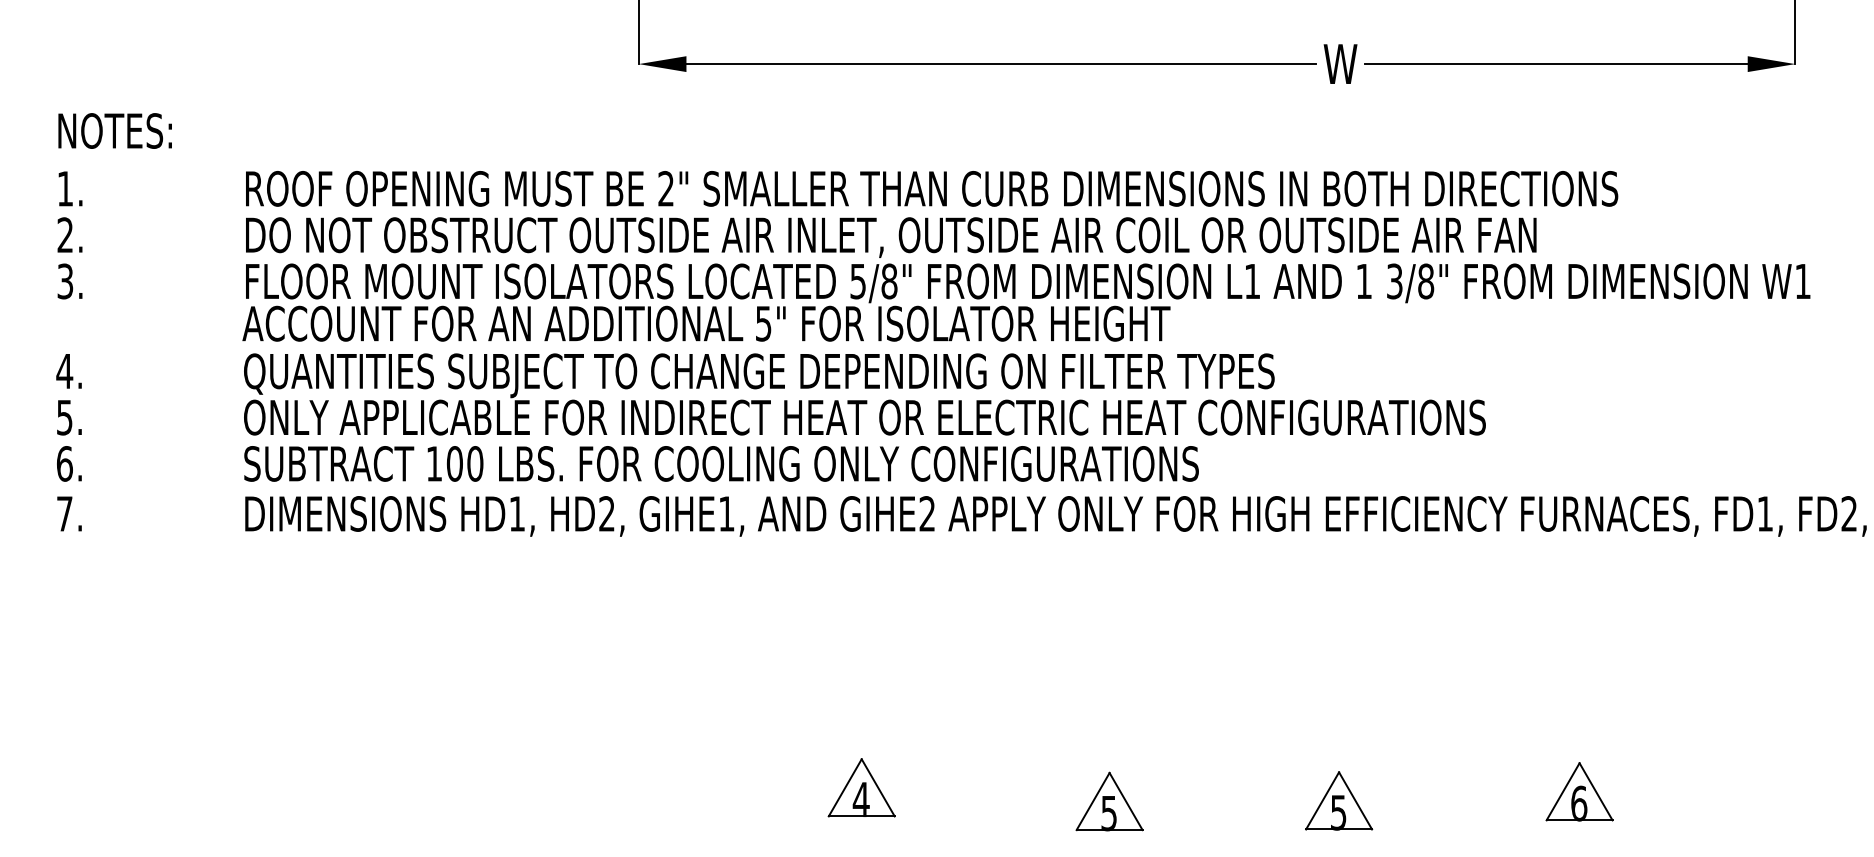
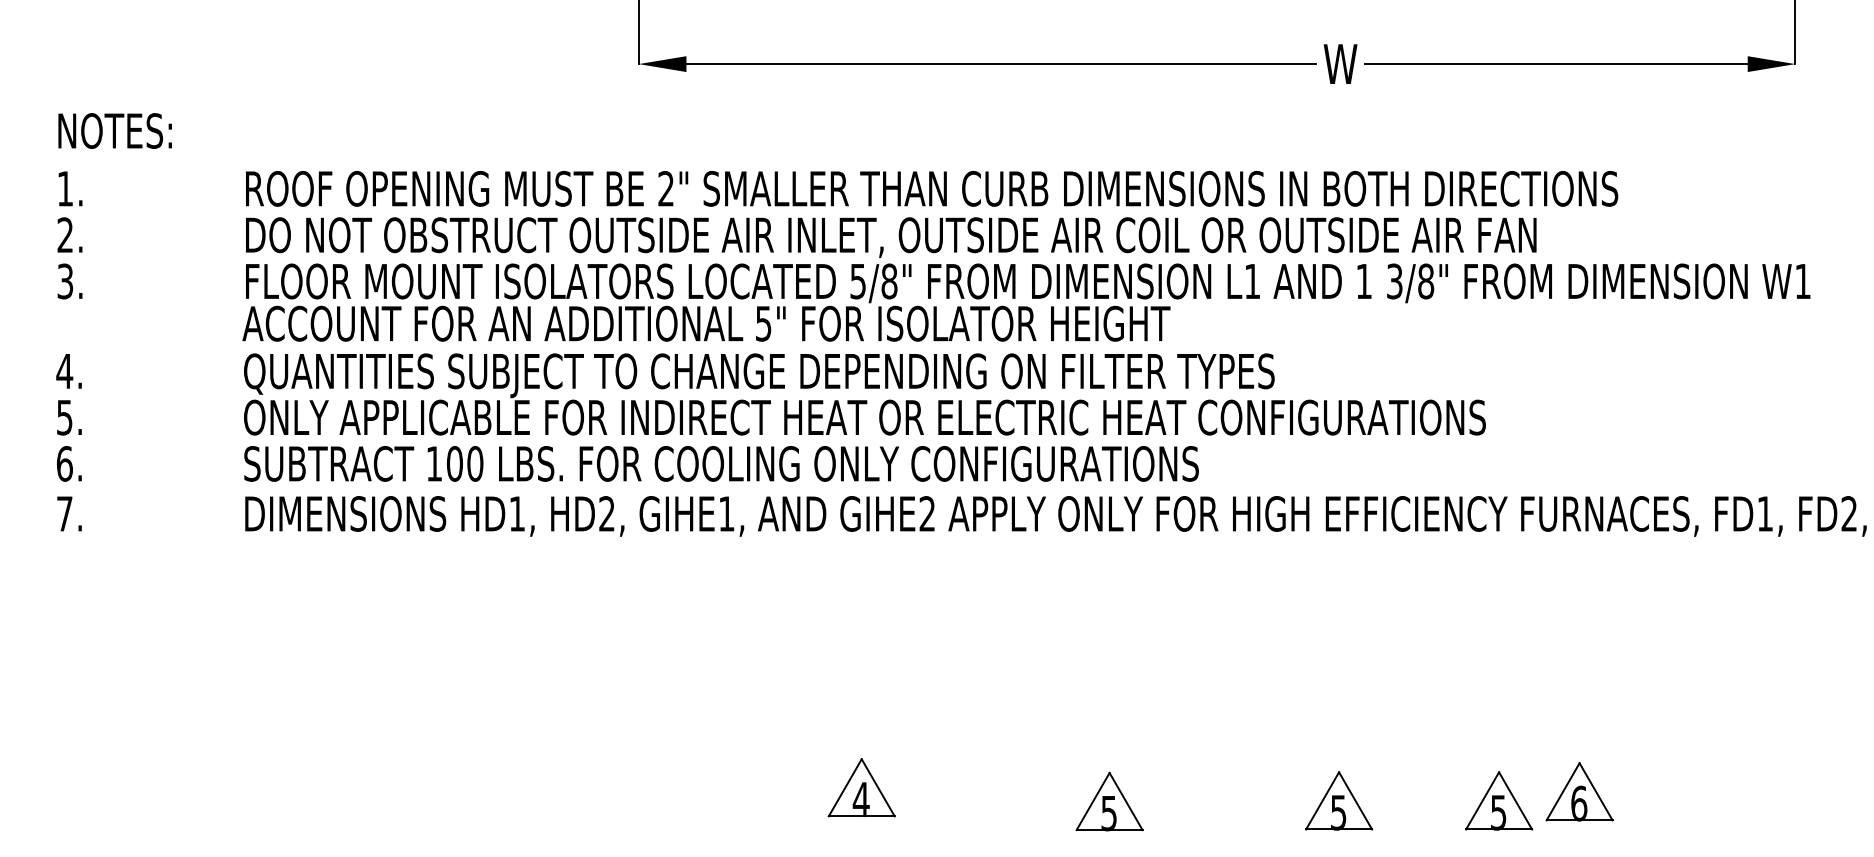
part at (1499, 800): none -> present
